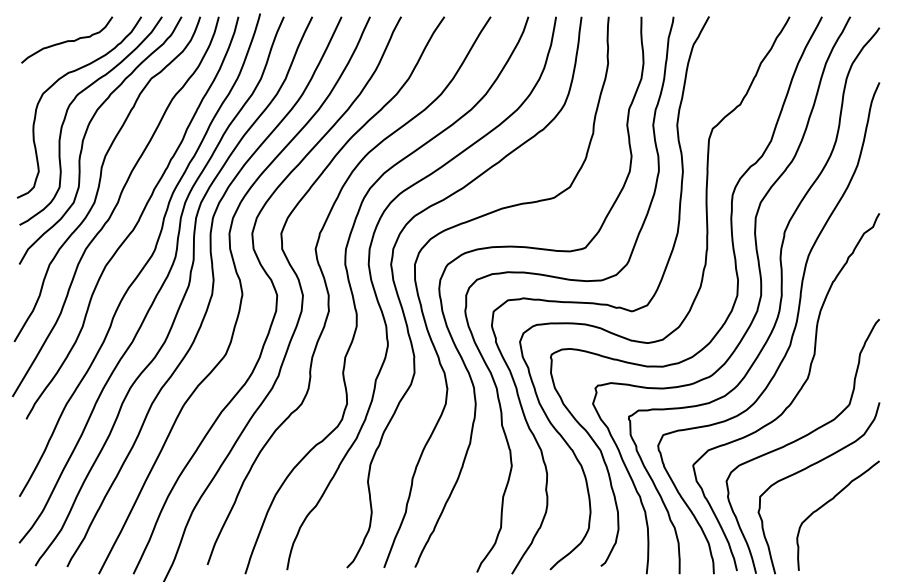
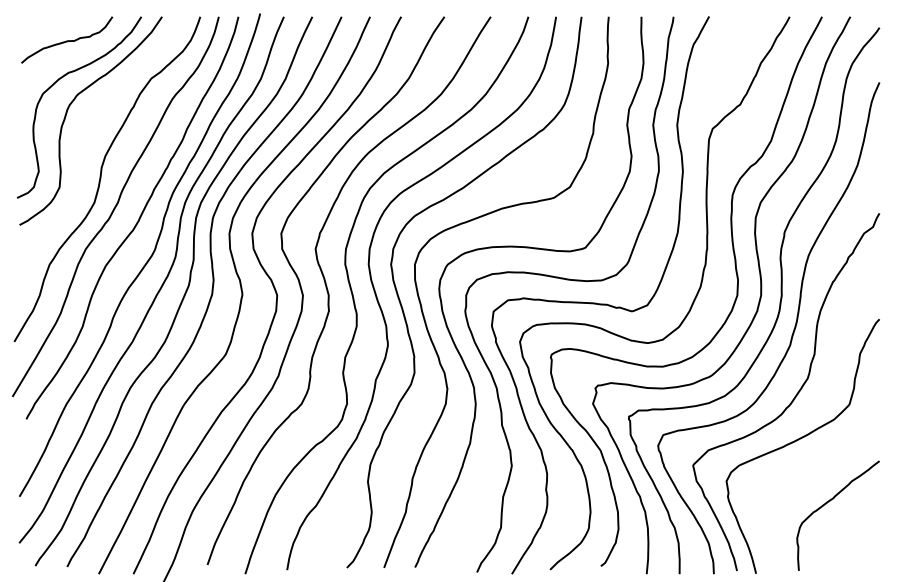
curve at (86, 134): present -> none
curve at (806, 469): present -> none
